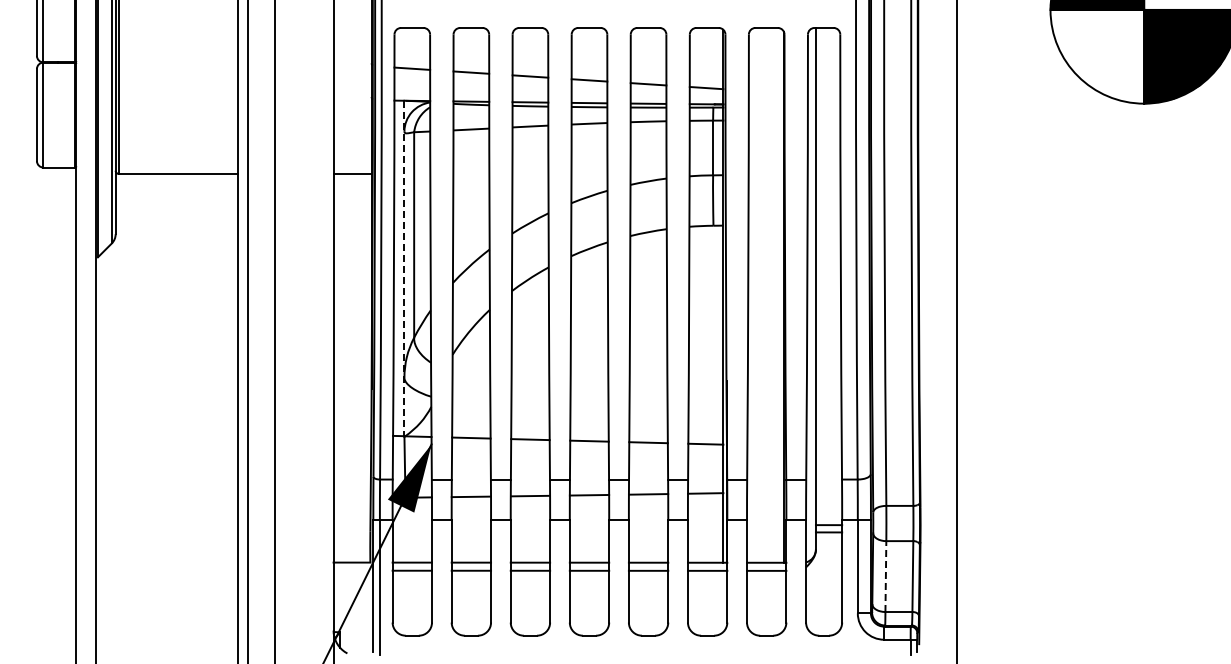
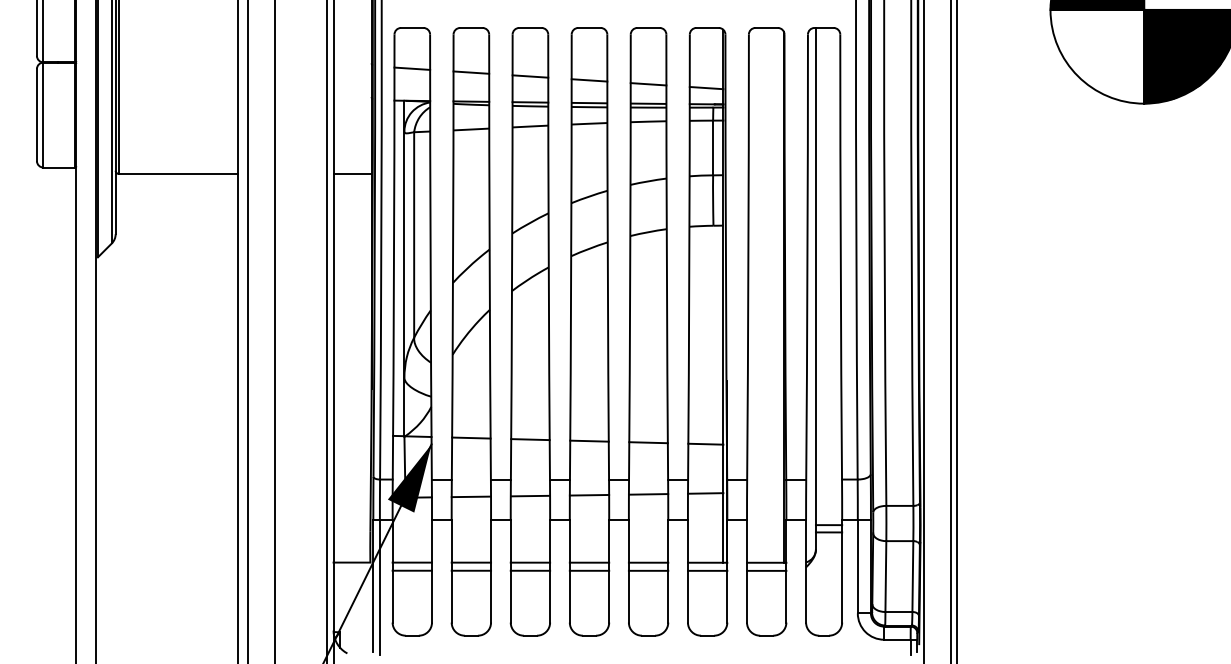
line at (404, 268): dashed -> solid
line at (327, 331): none -> present
line at (924, 331): none -> present
line at (950, 331): none -> present
line at (885, 576): dashed -> solid
